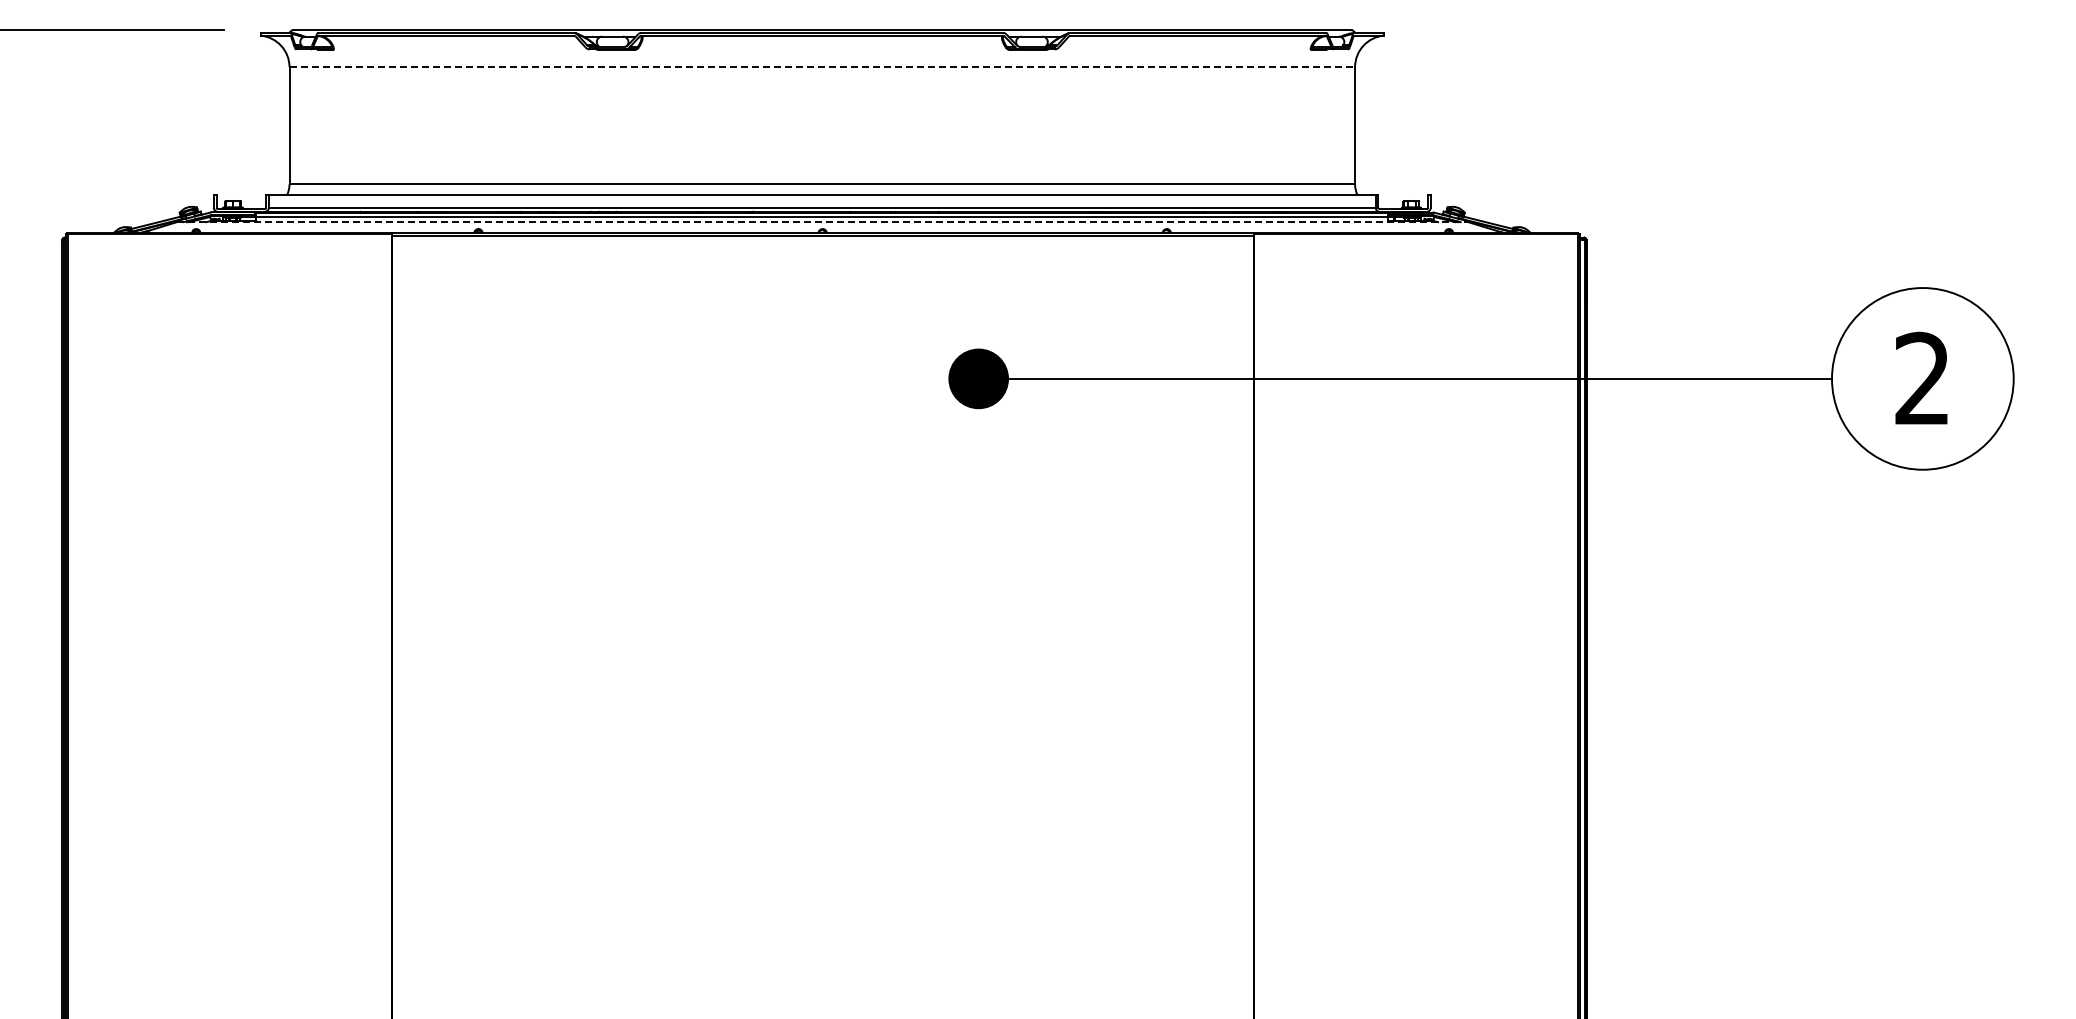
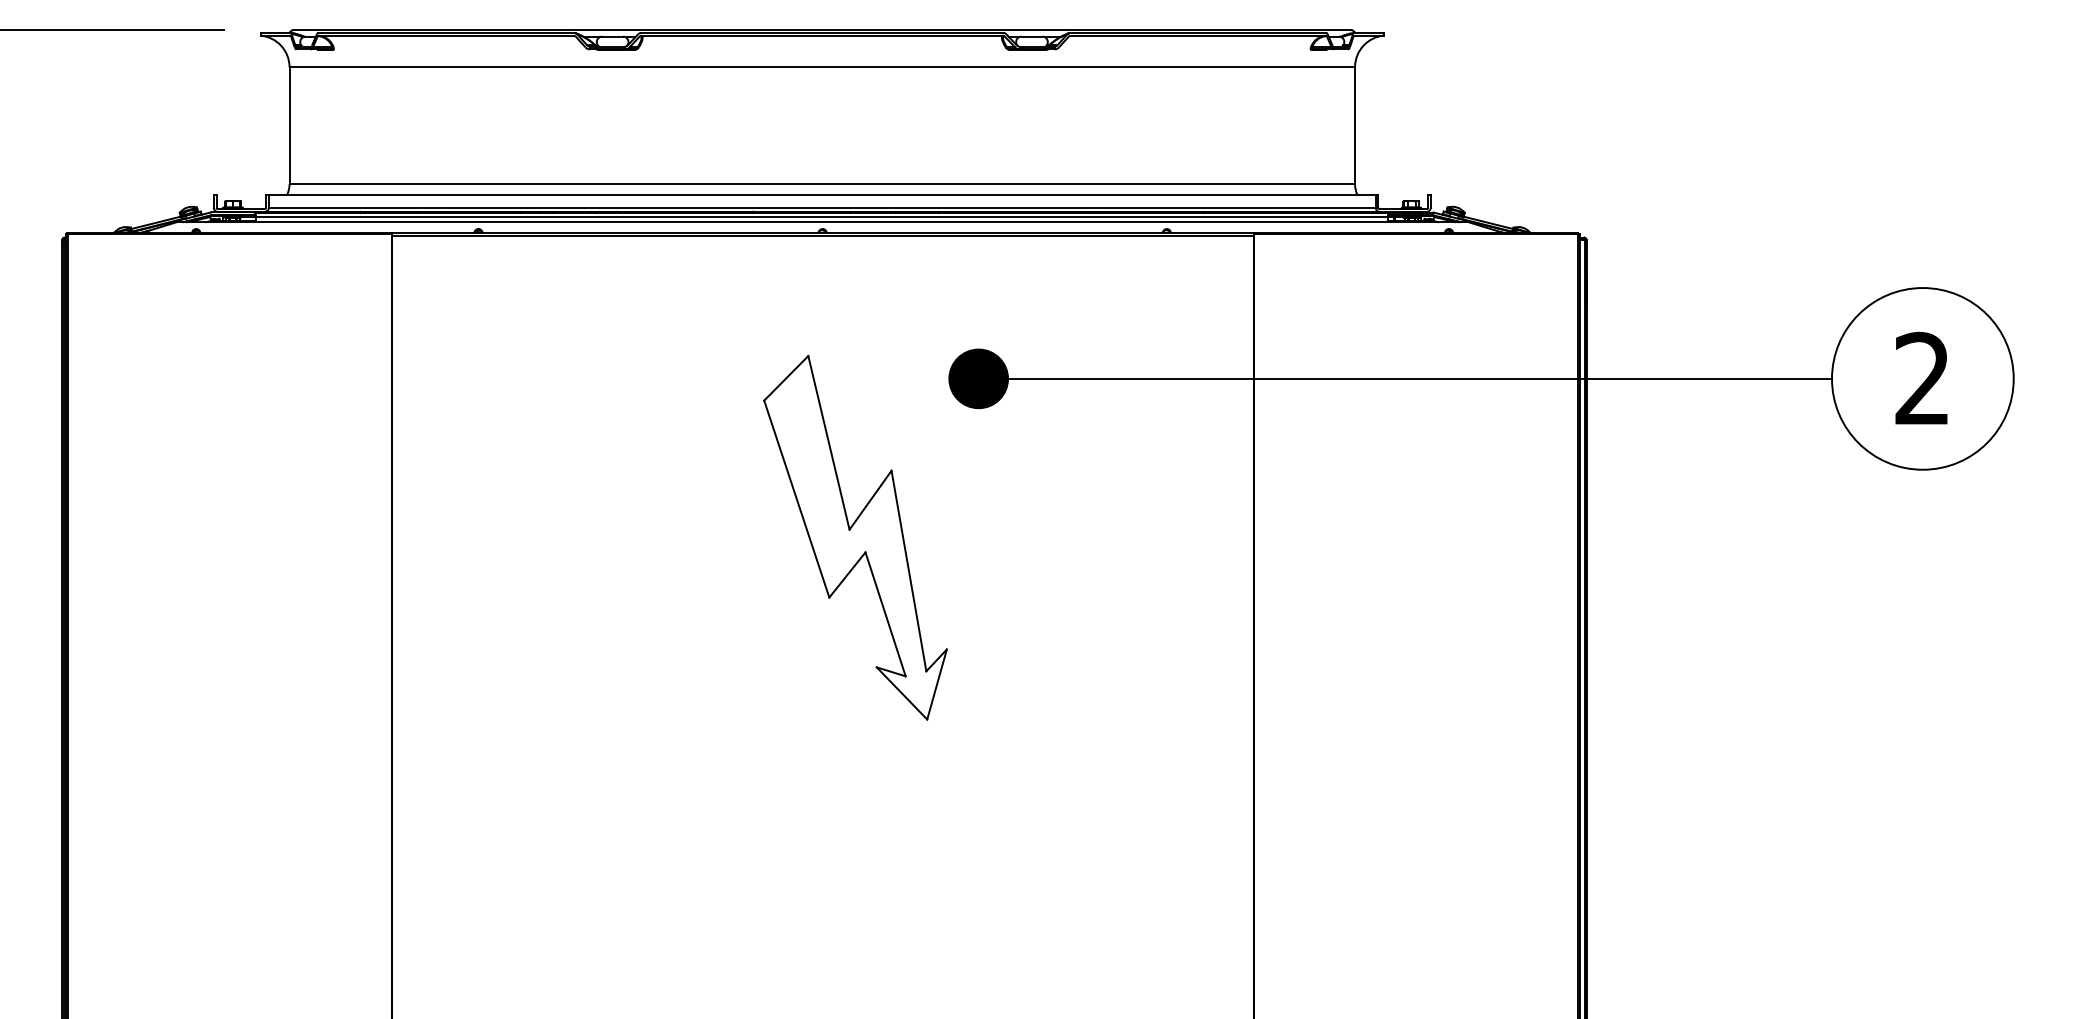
line at (822, 67): dashed -> solid
line at (822, 222): dashed -> solid
part at (855, 537): none -> present
